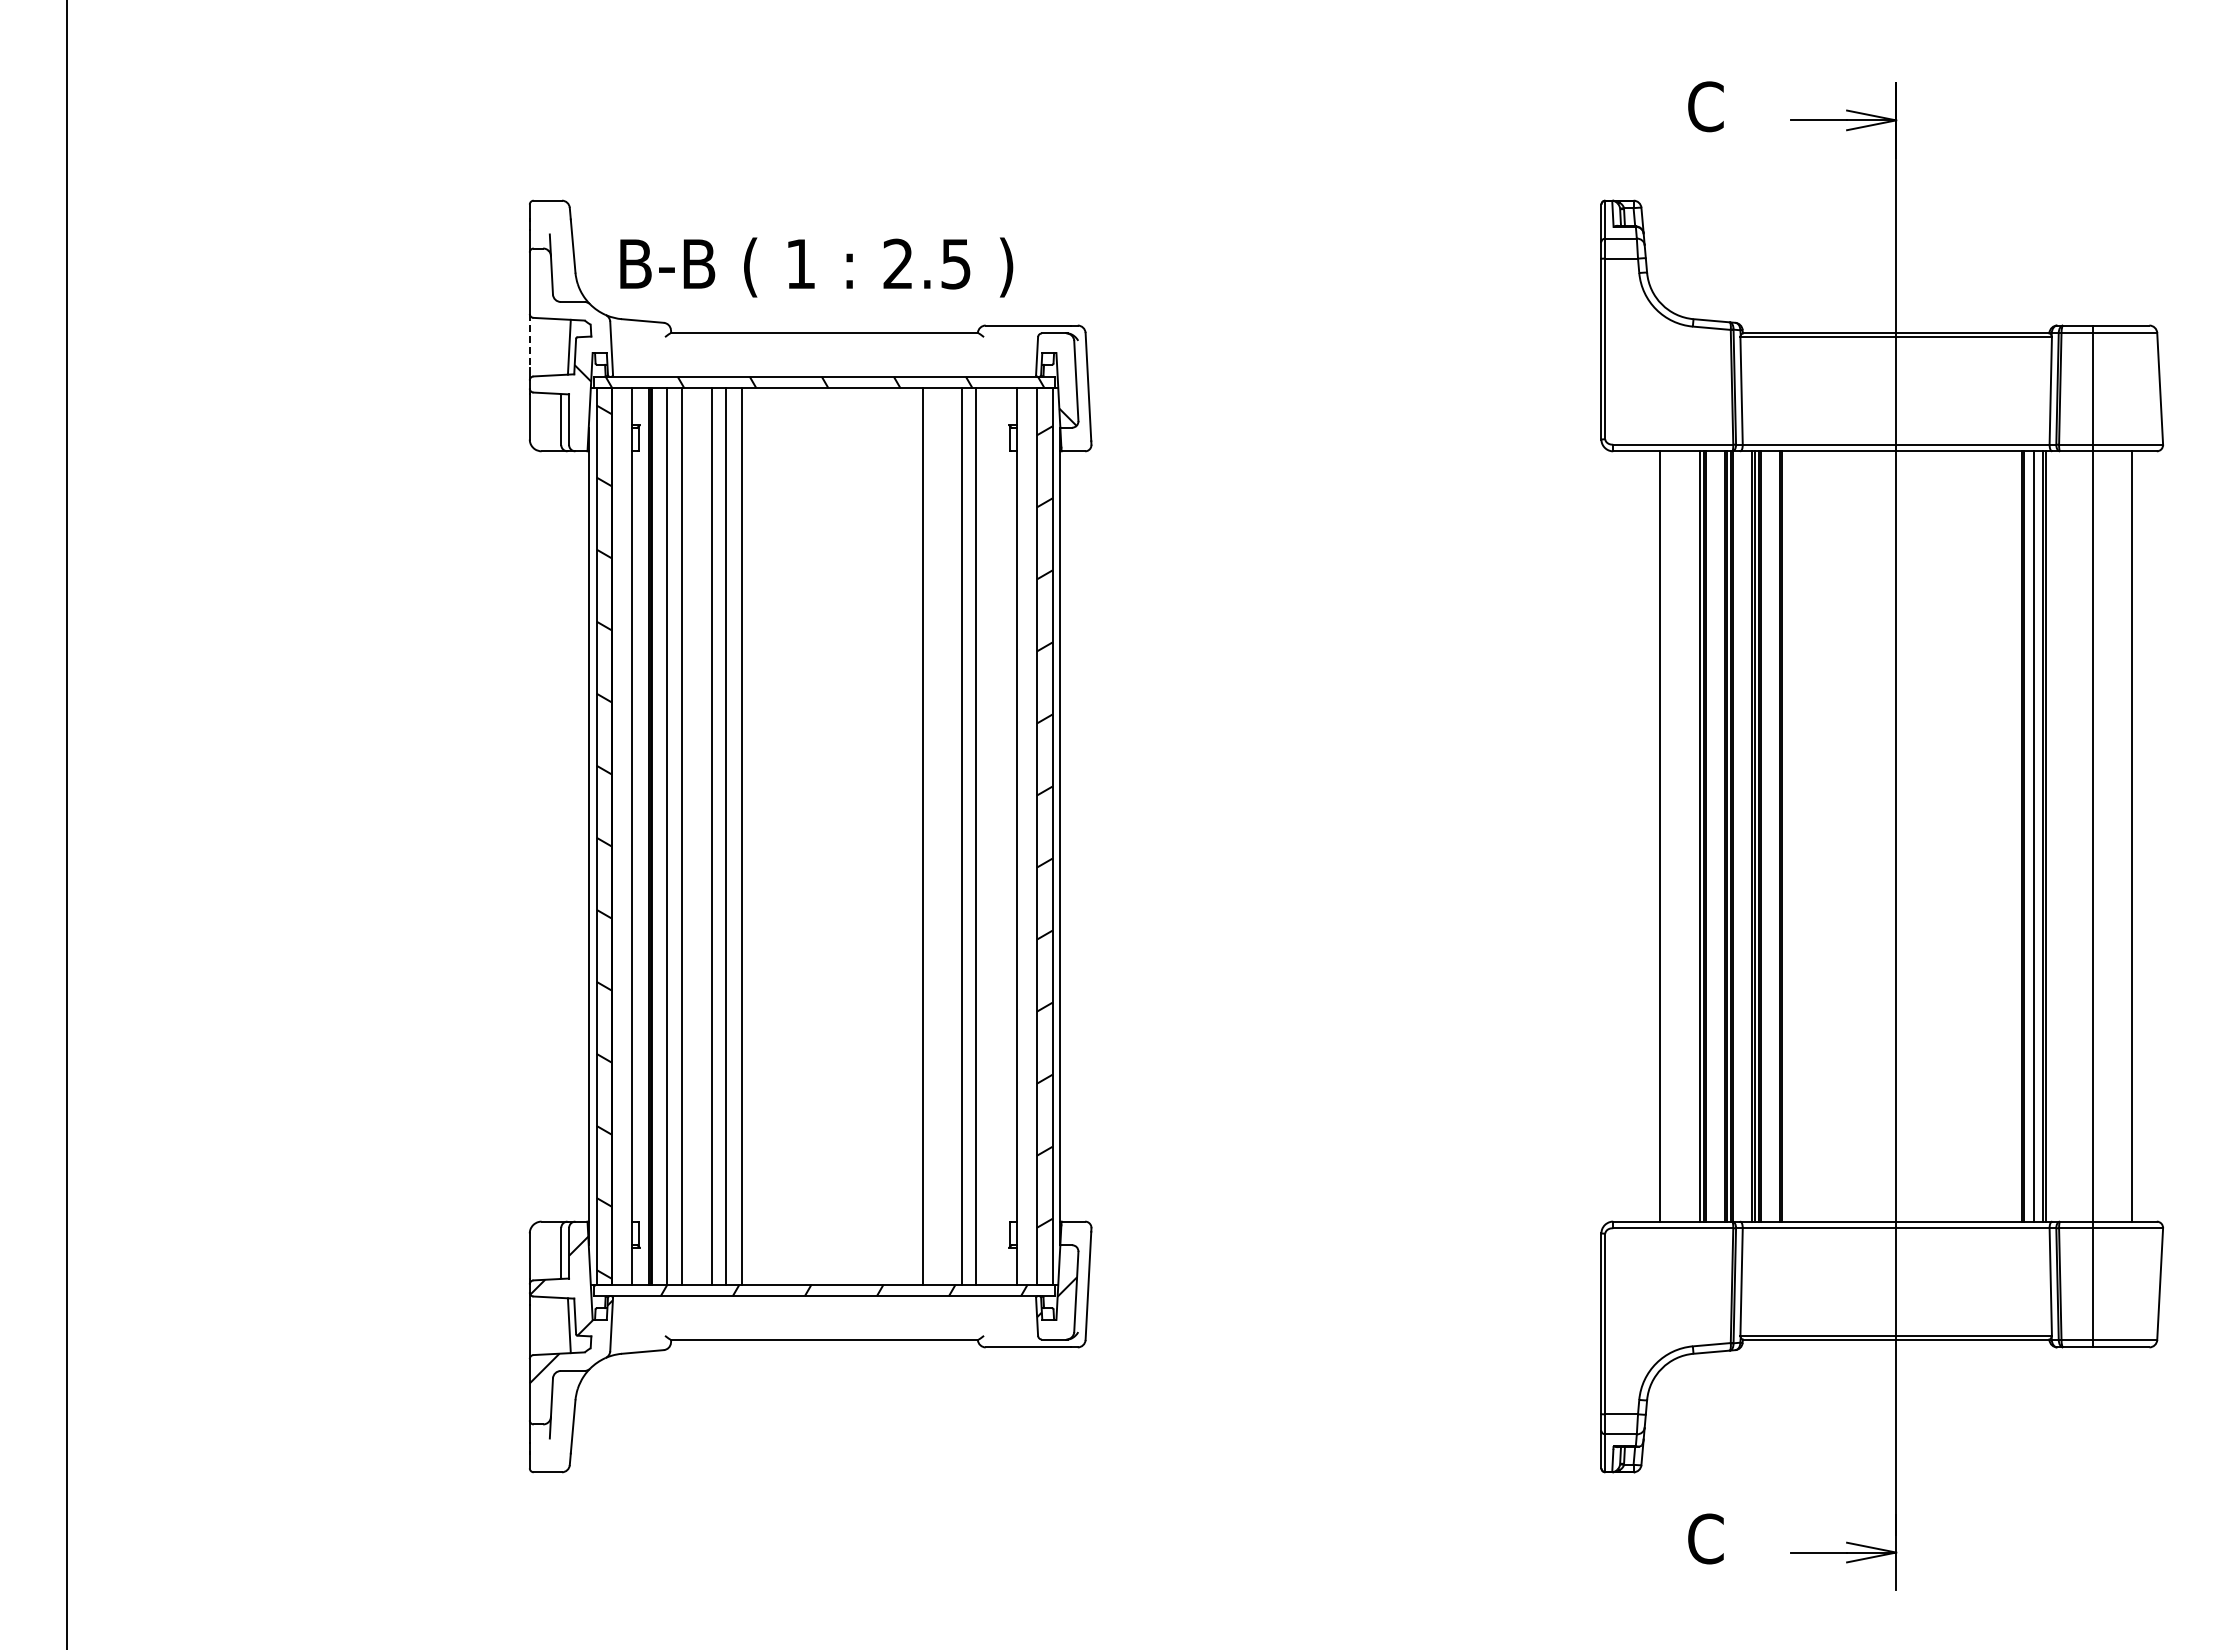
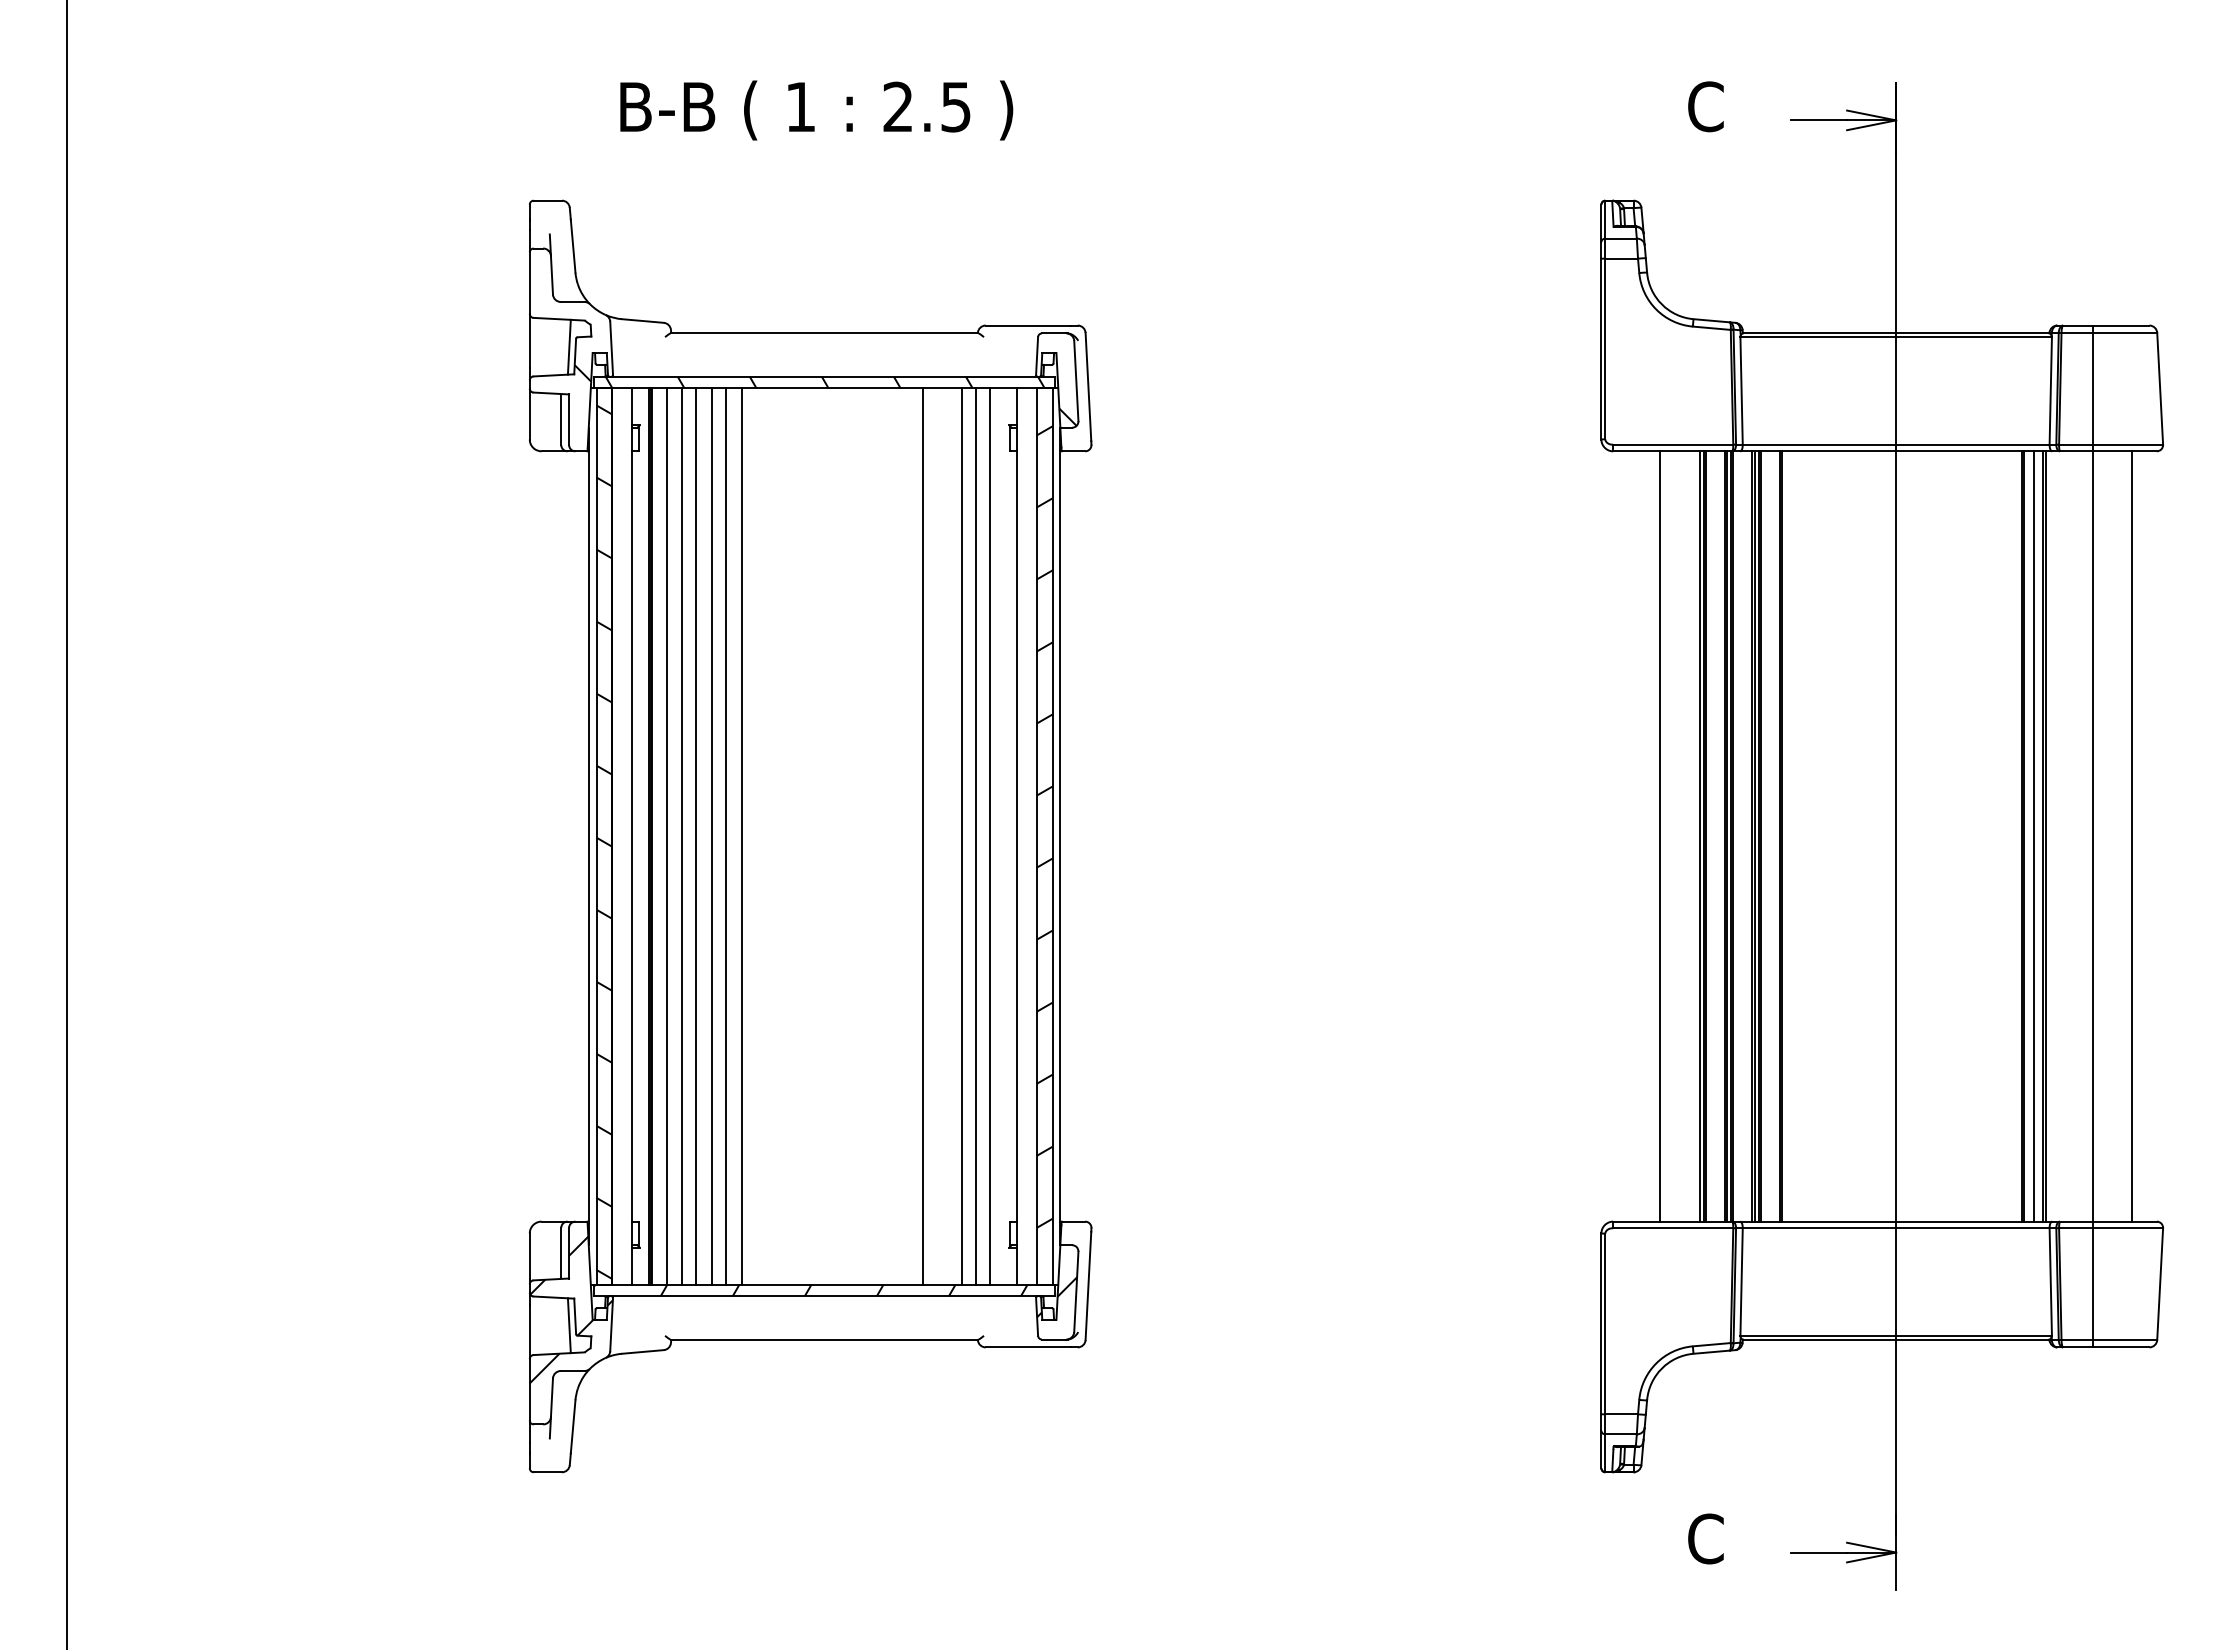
text at (816, 267) position: (816, 267) -> (816, 110)
line at (529, 341): dashed -> solid
line at (696, 836): none -> present
line at (990, 836): none -> present
